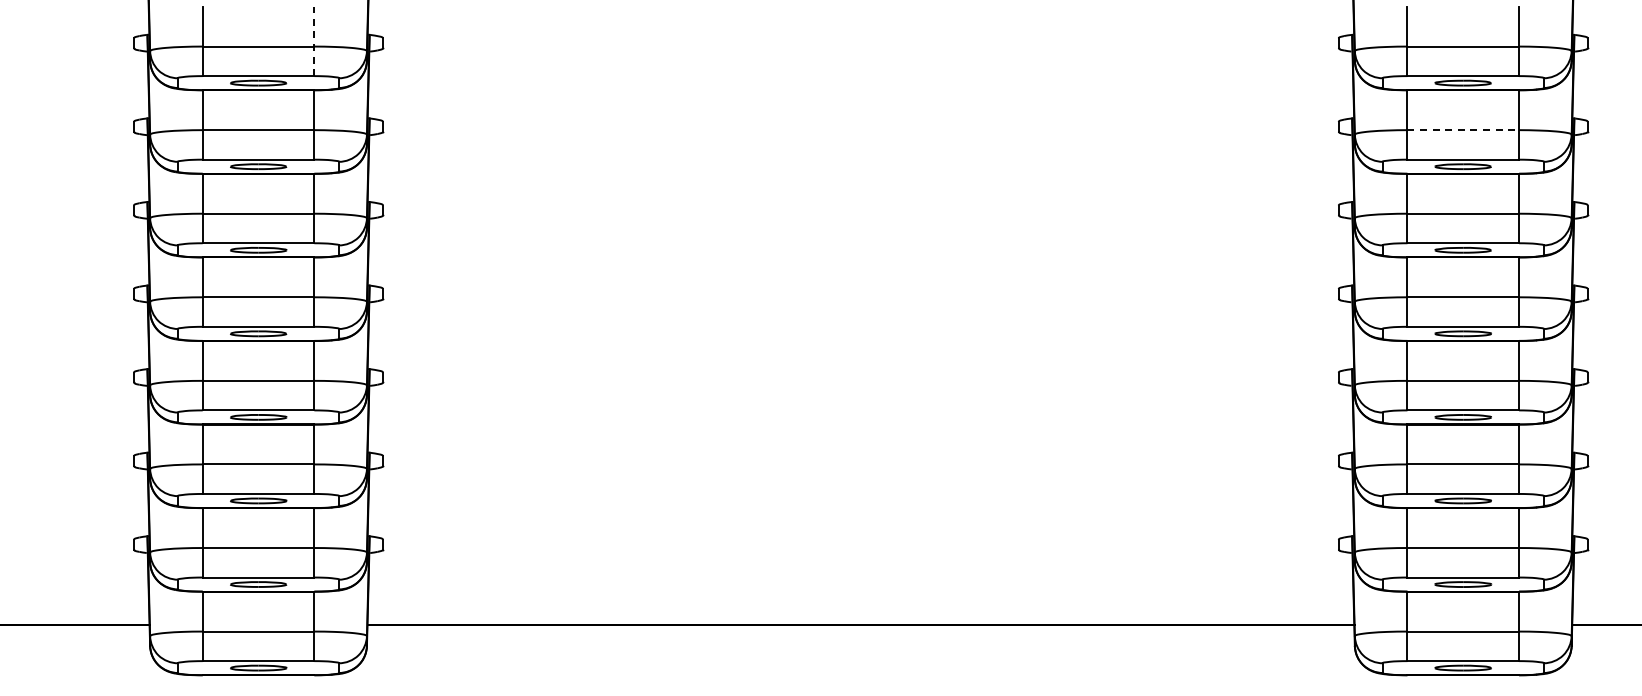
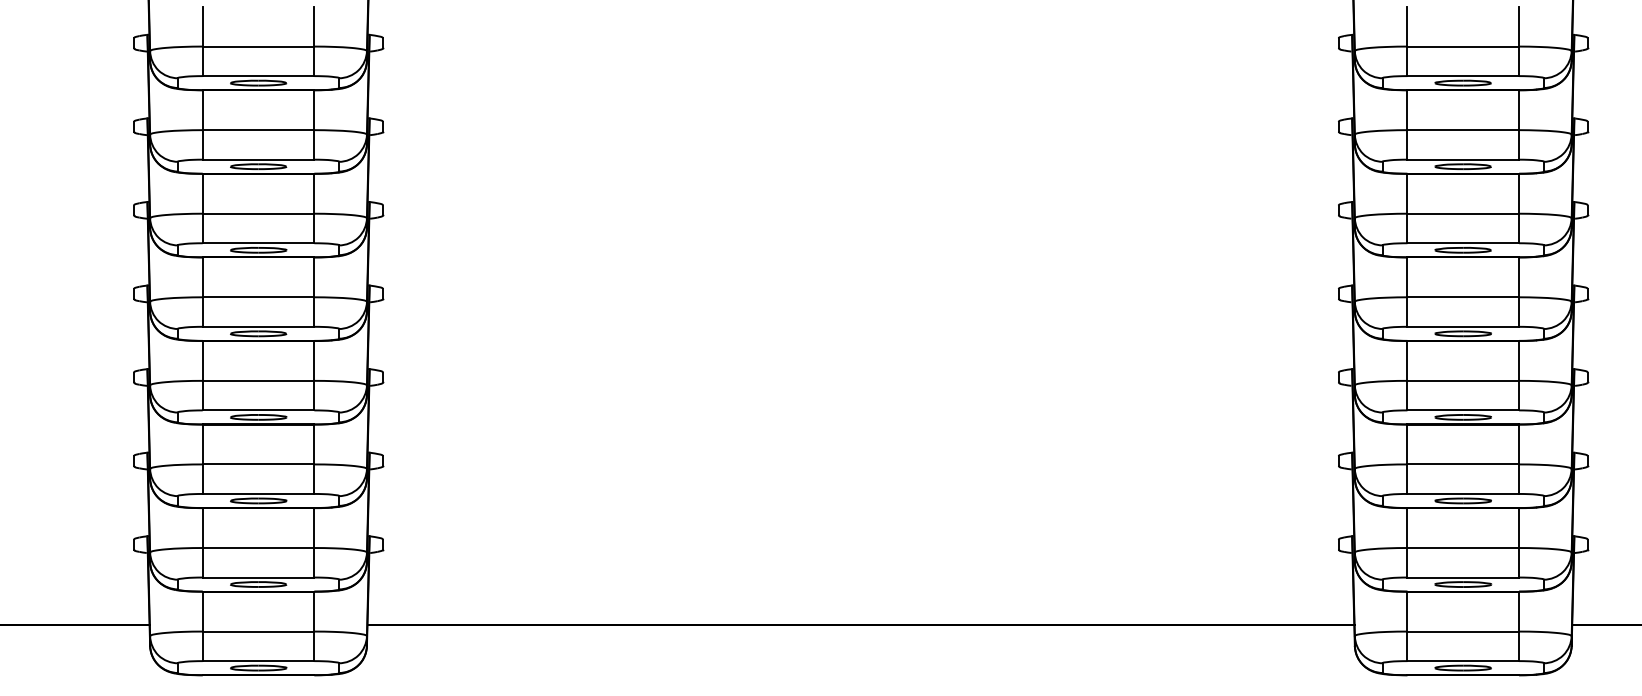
line at (314, 41): dashed -> solid
line at (1463, 130): dashed -> solid
